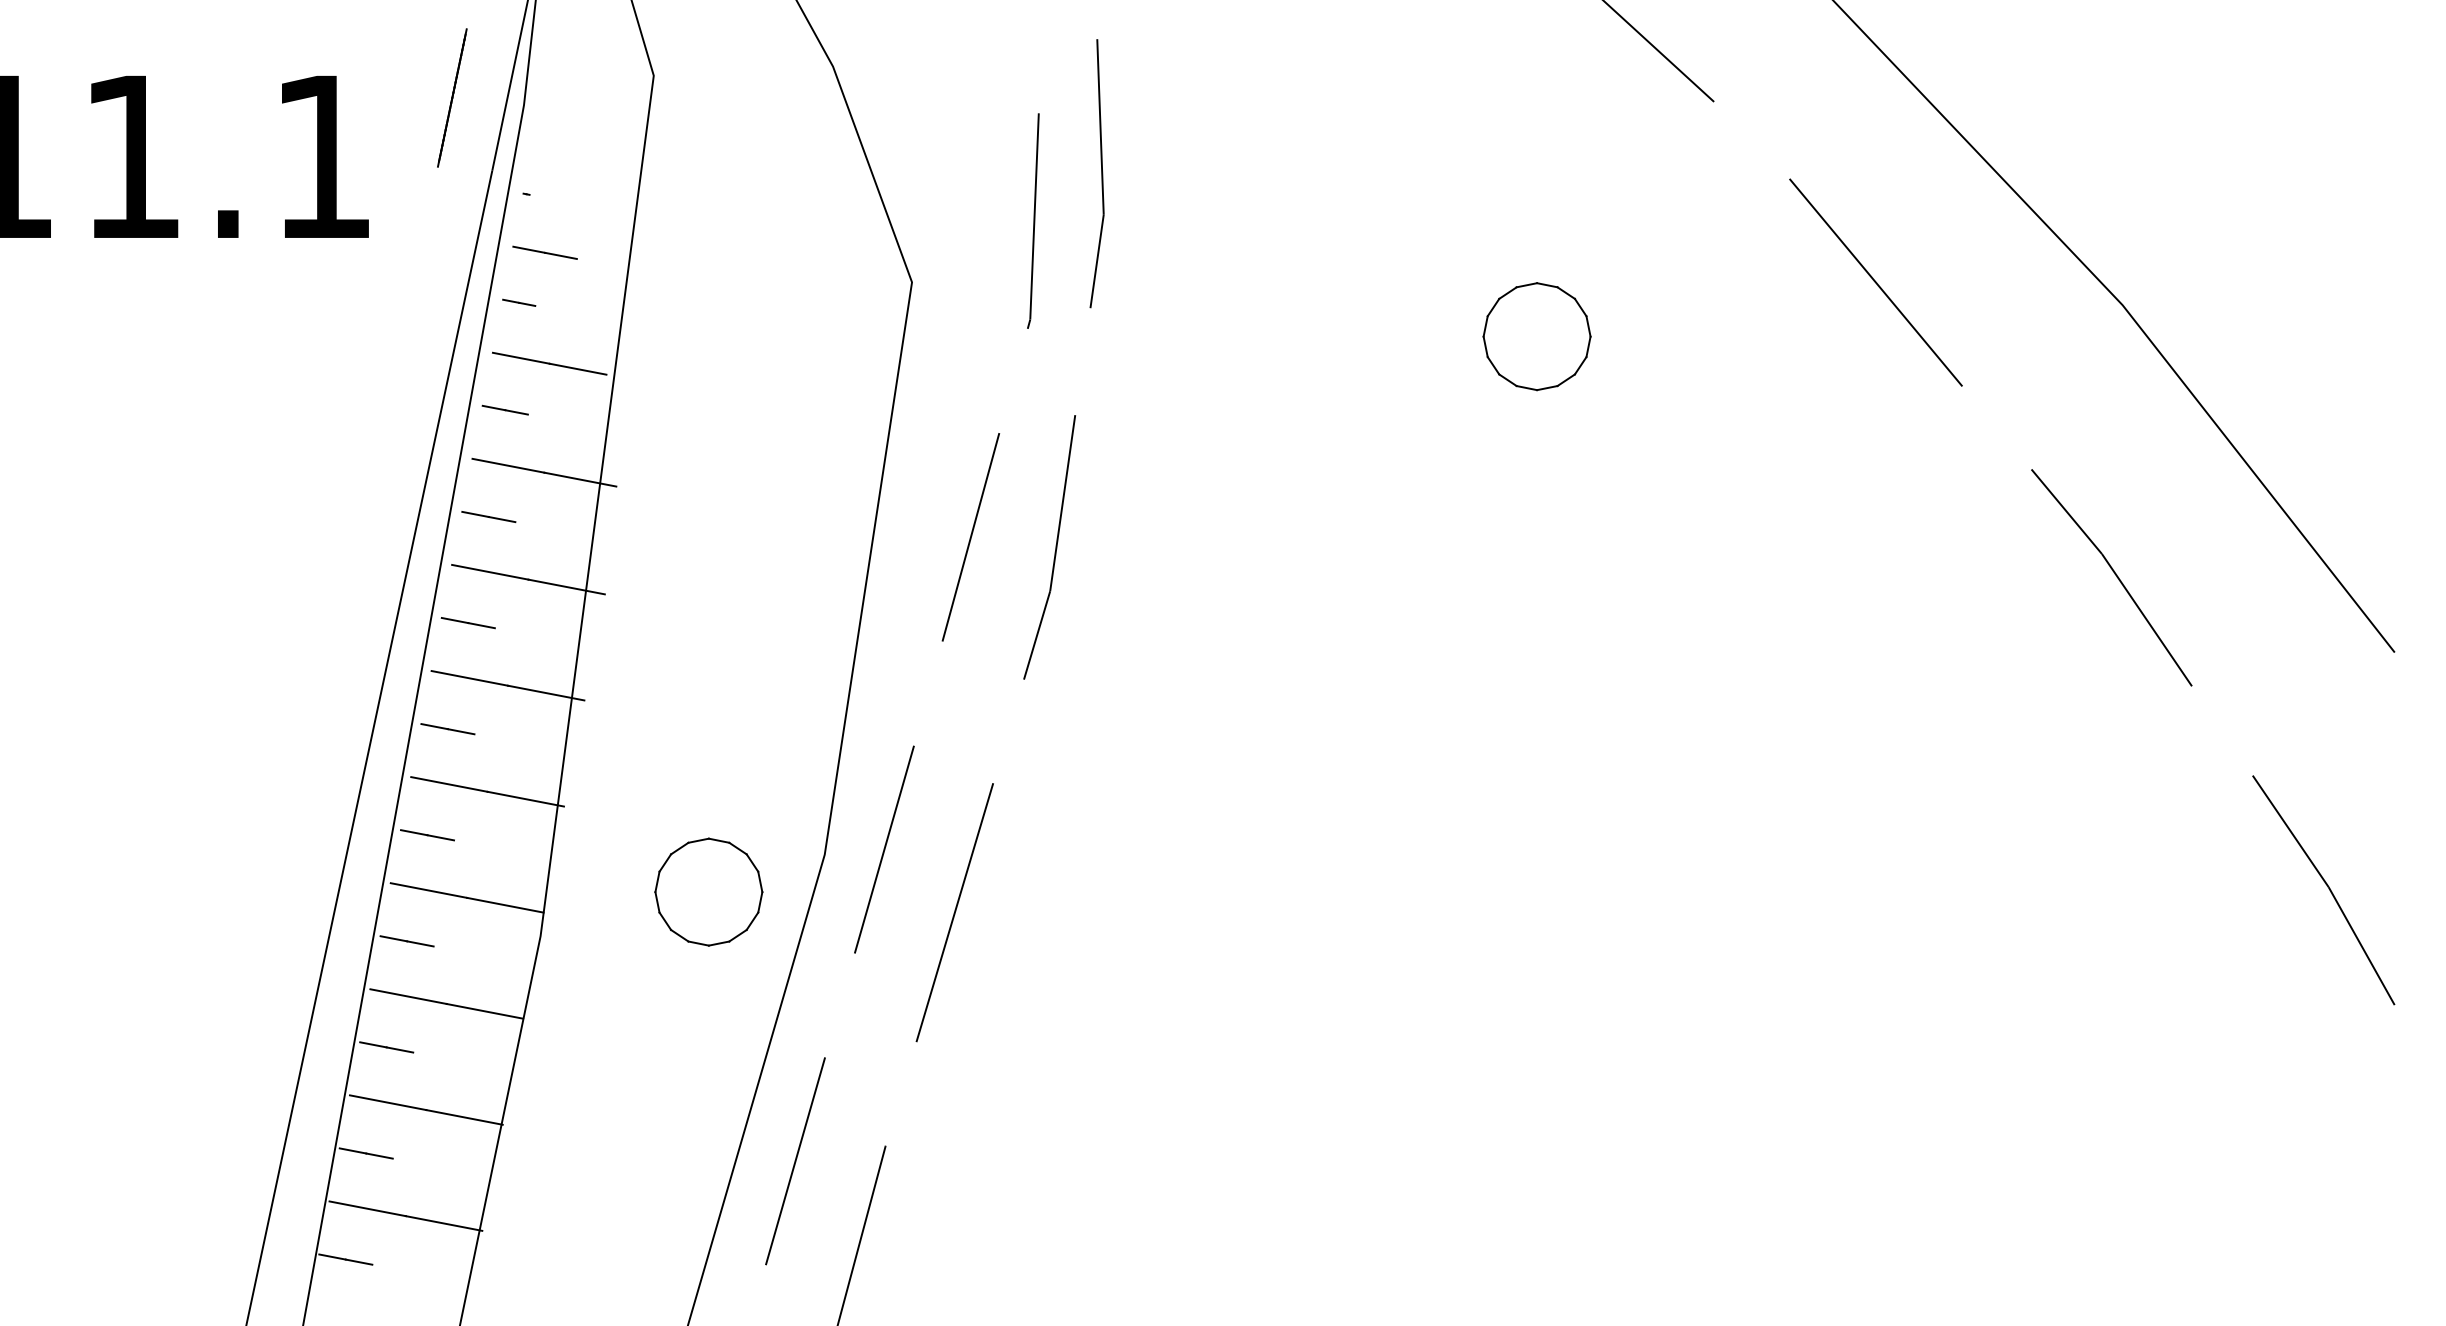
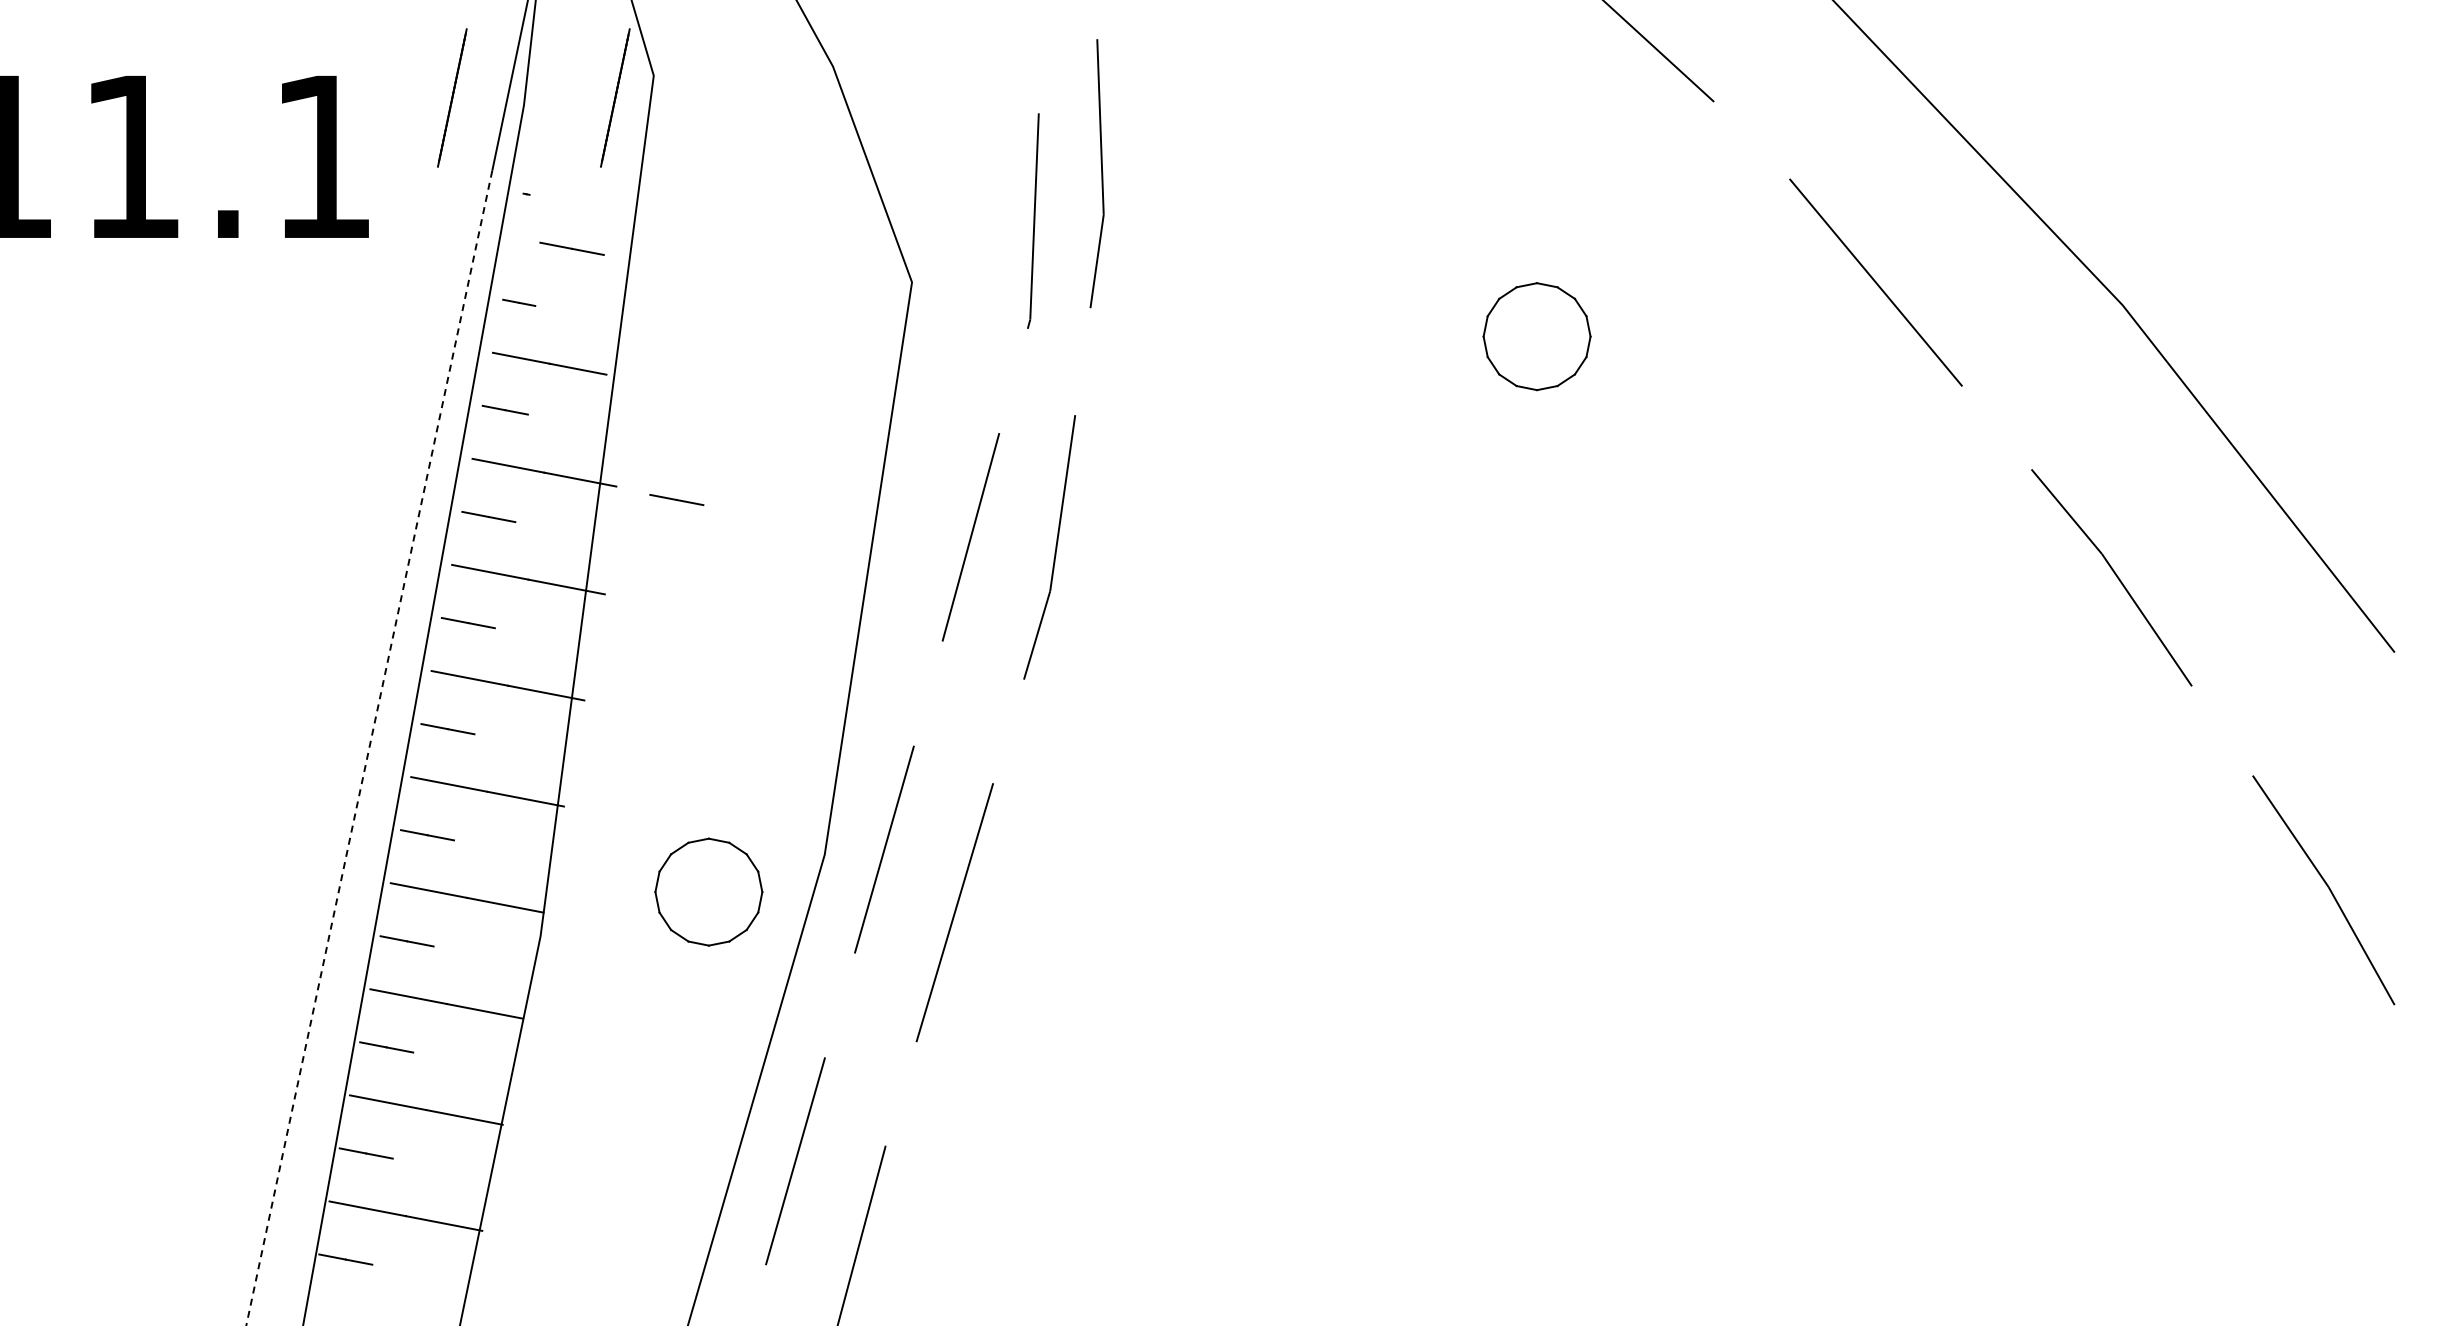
line at (615, 97): none -> present
line at (544, 252) position: (544, 252) -> (571, 248)
line at (676, 499): none -> present
line at (369, 748): solid -> dashed
